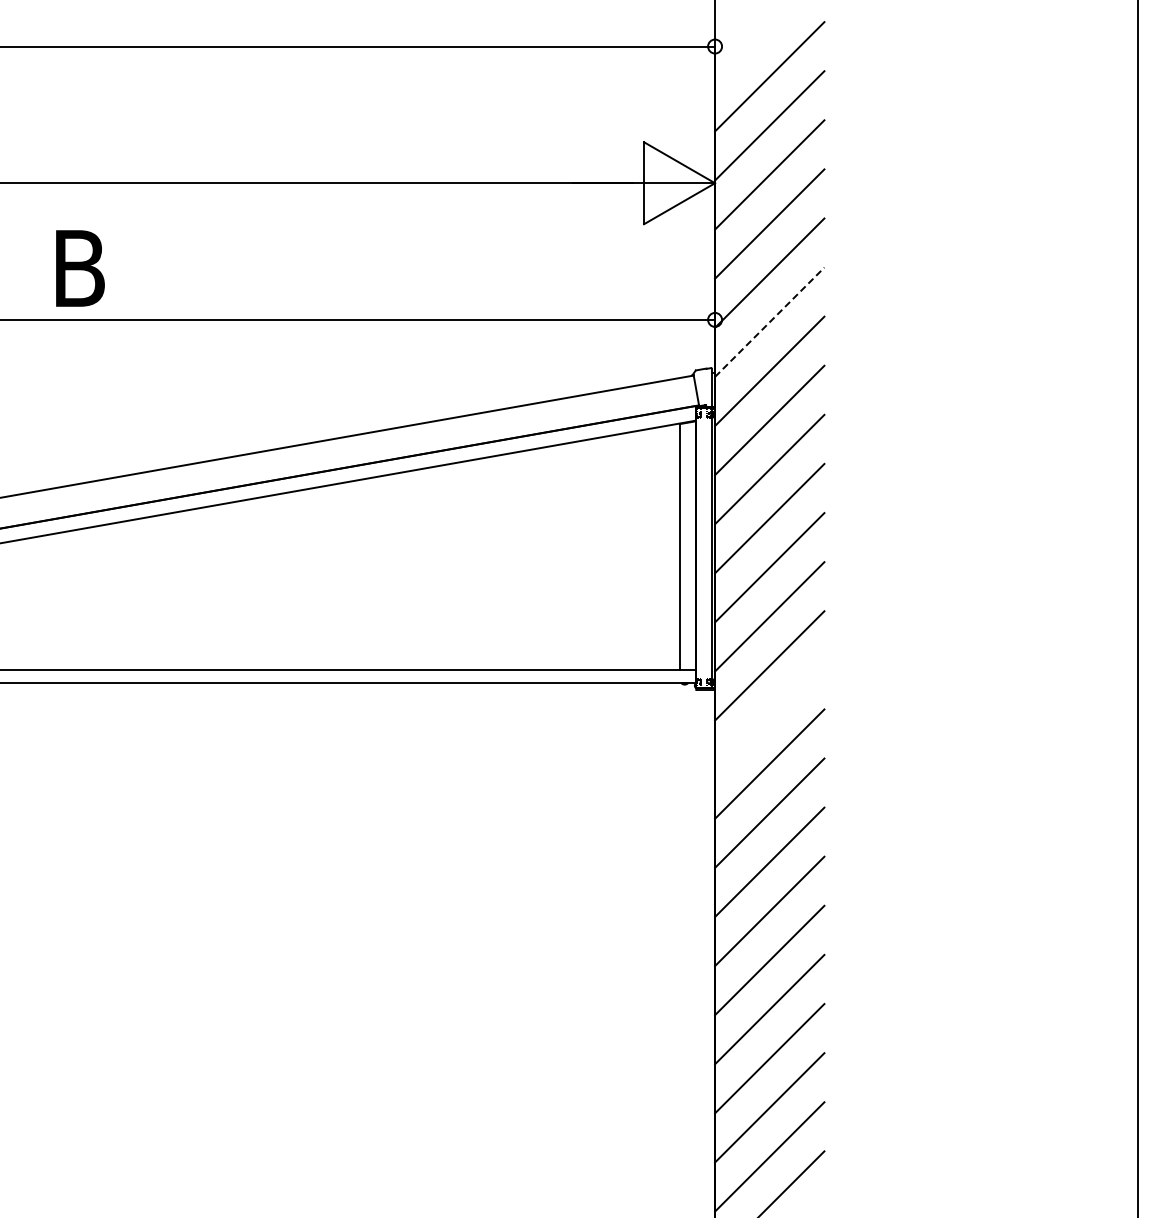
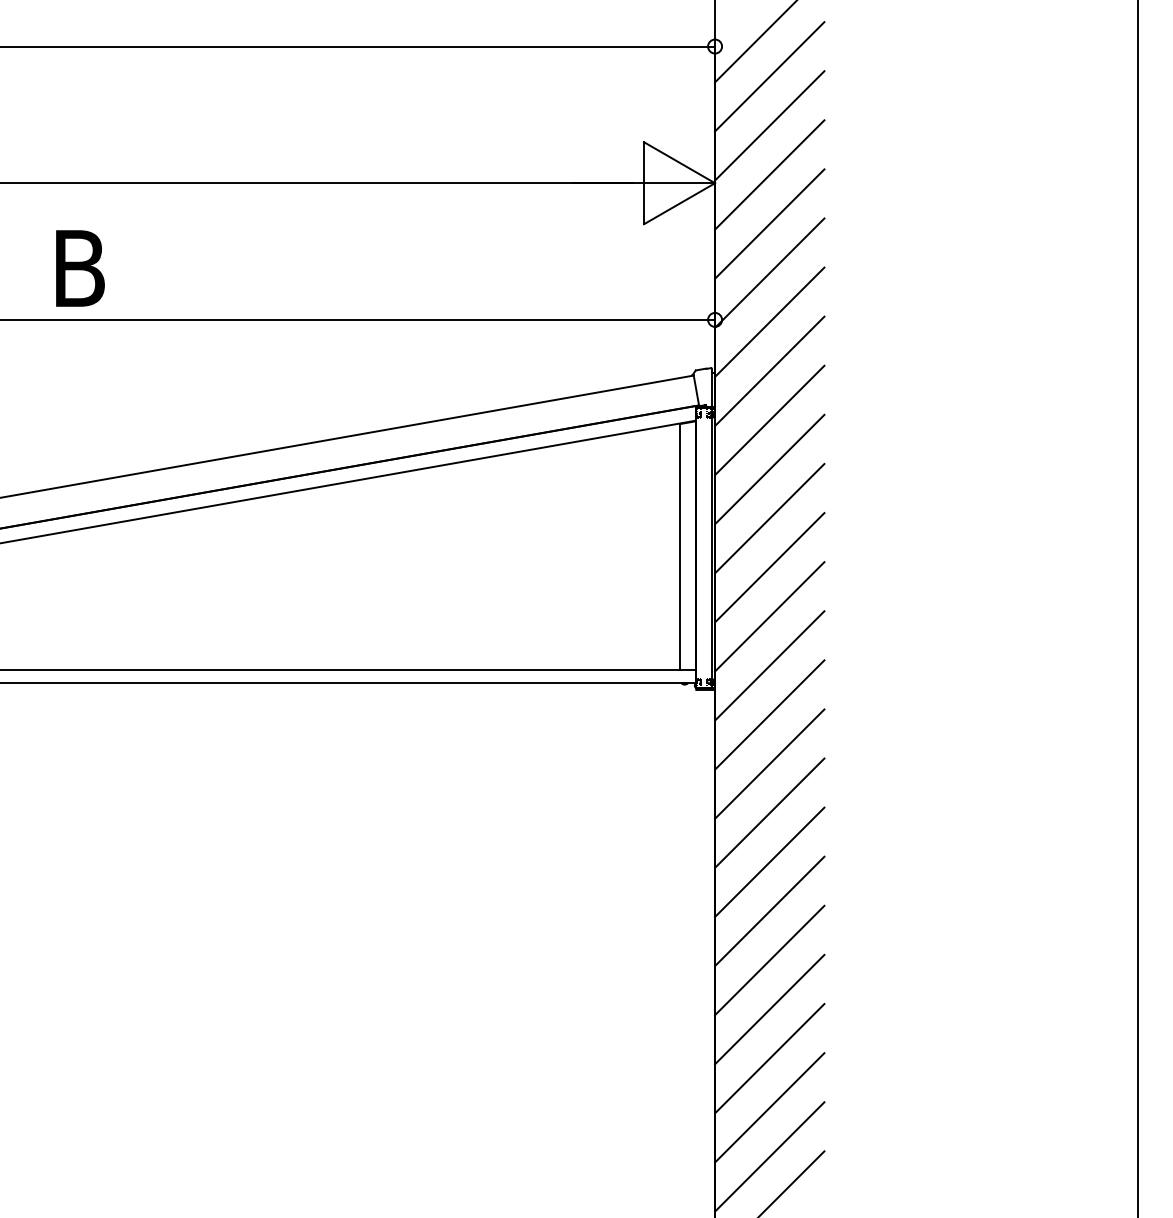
line at (754, 42): none -> present
line at (770, 321): dashed -> solid
line at (769, 714): none -> present
